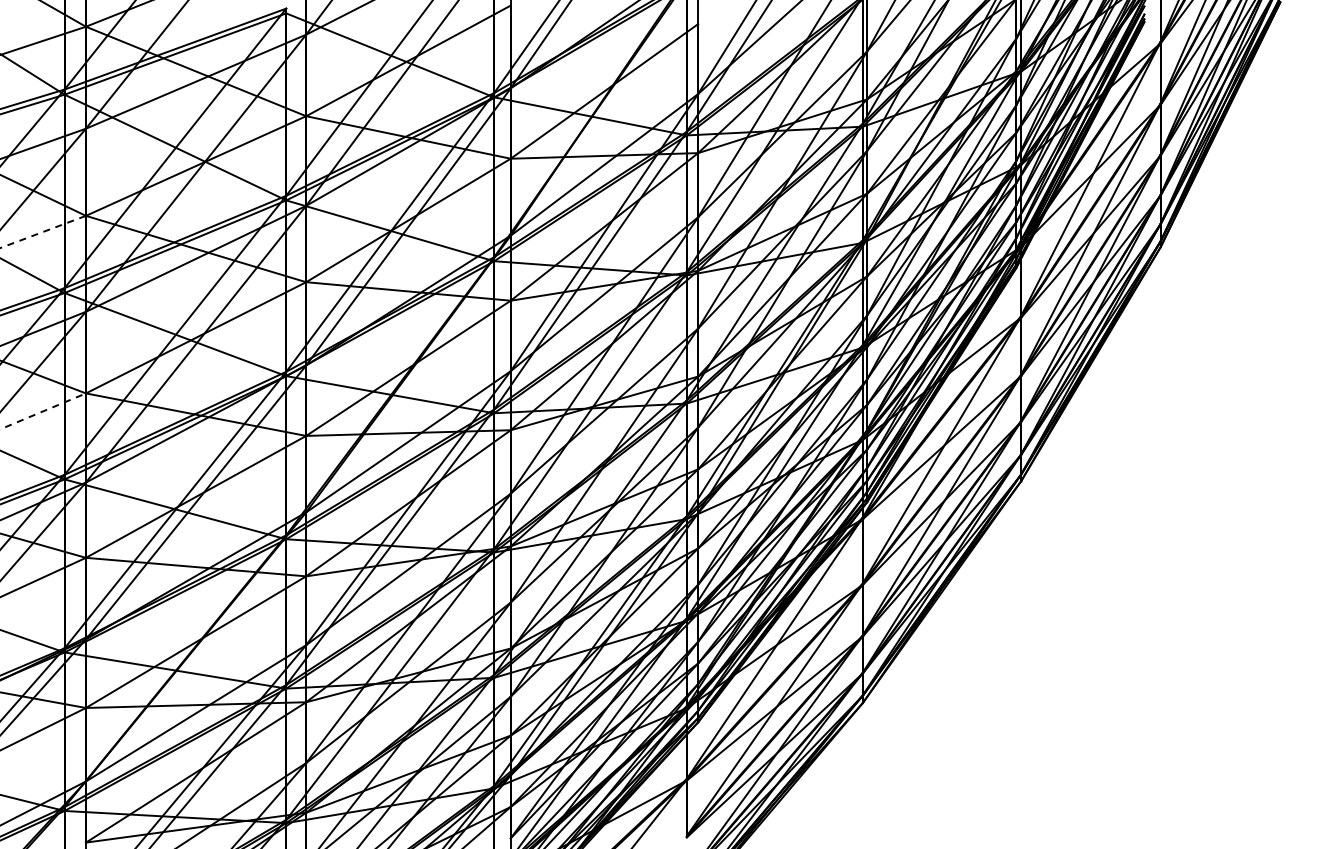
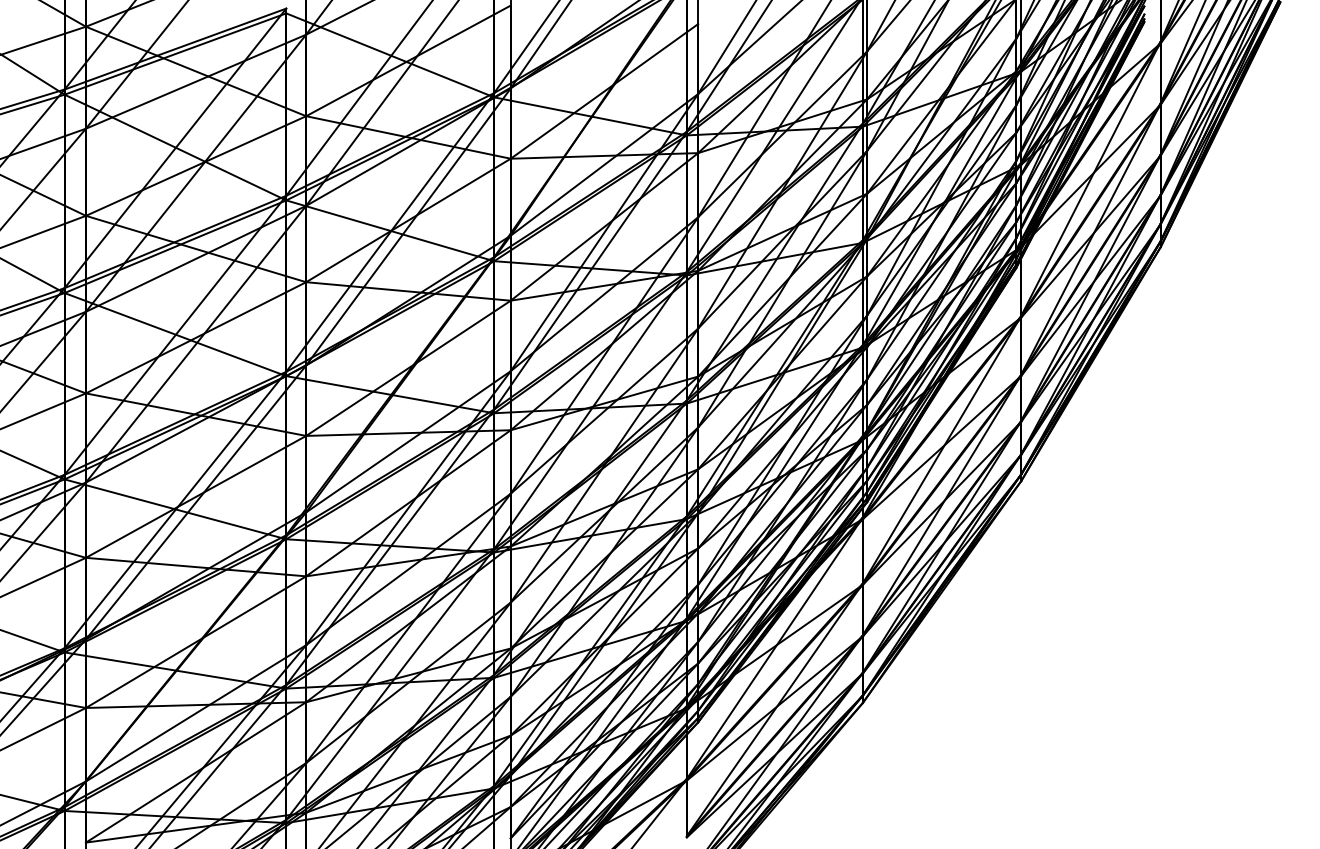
line at (43, 232): dashed -> solid
line at (43, 411): dashed -> solid
